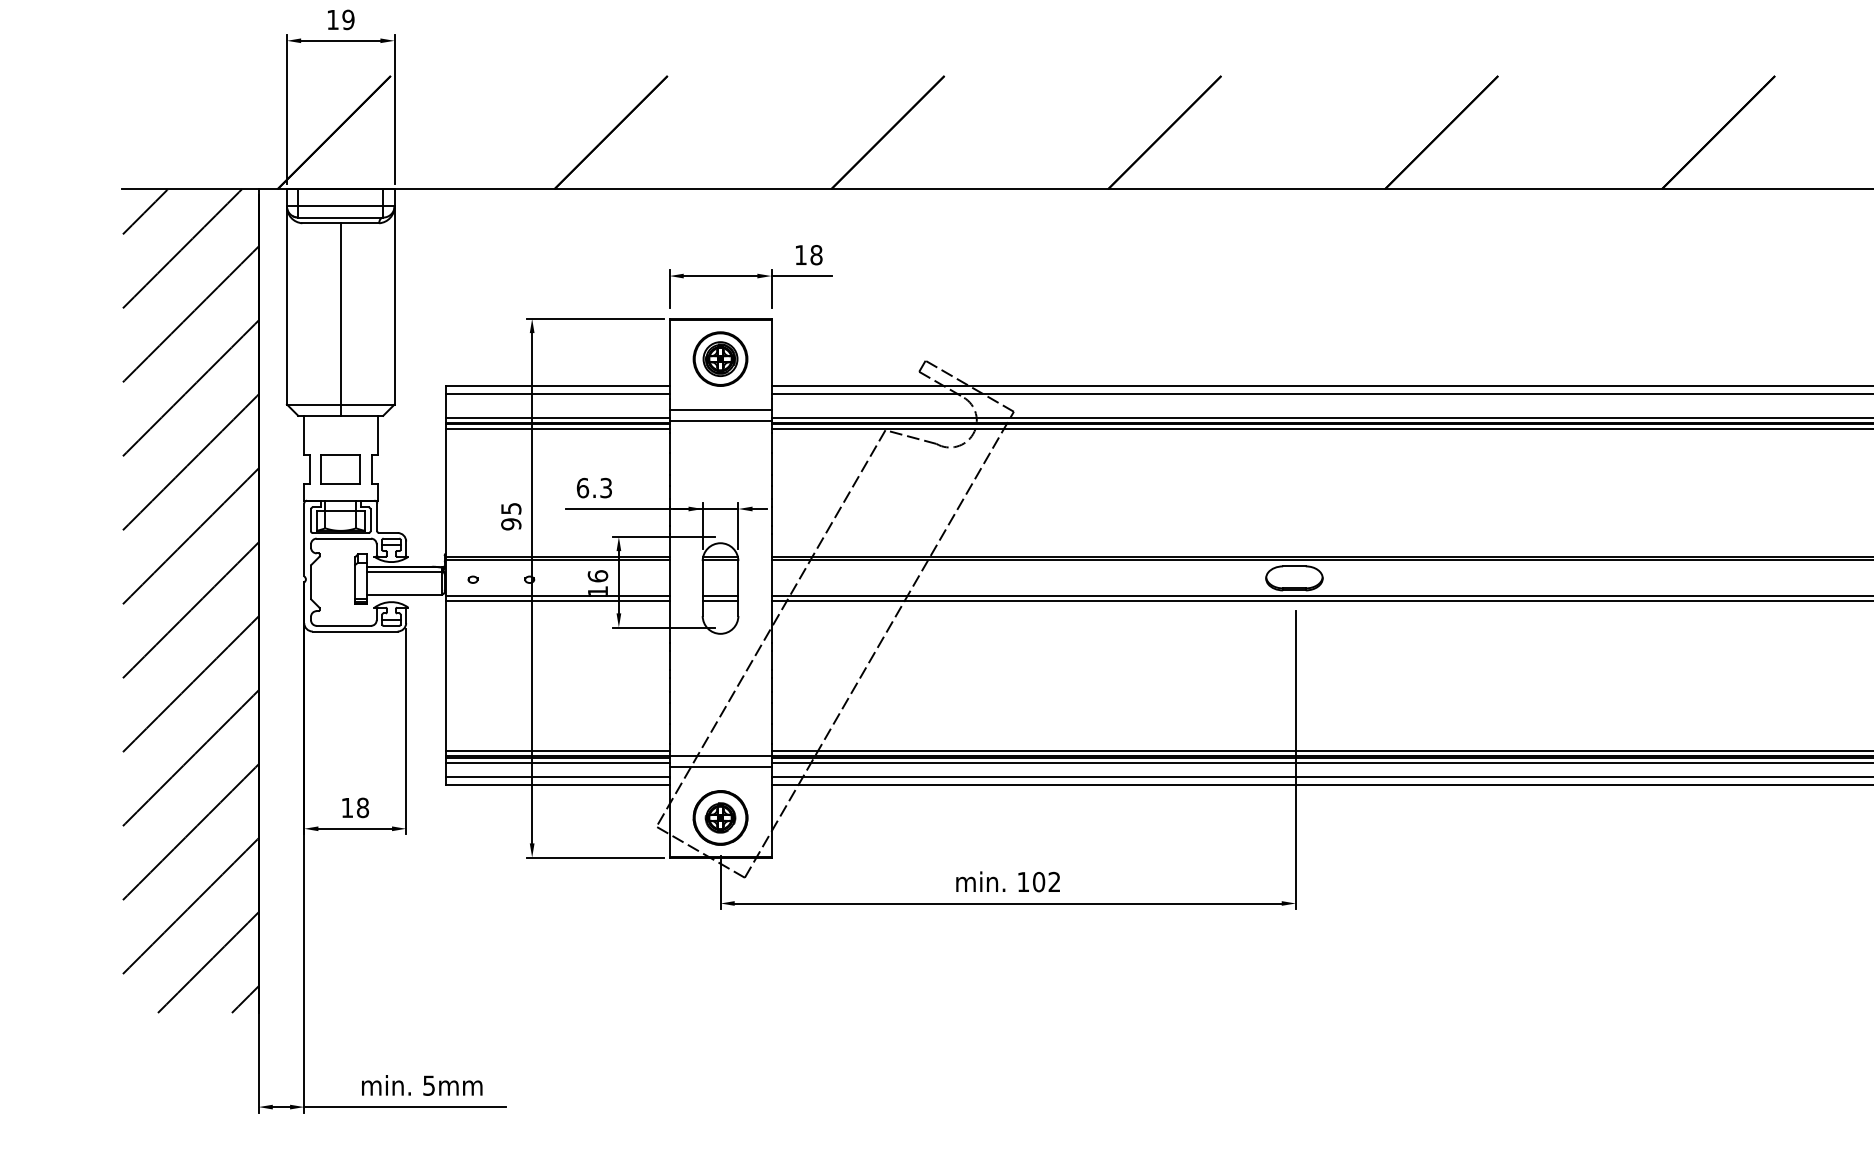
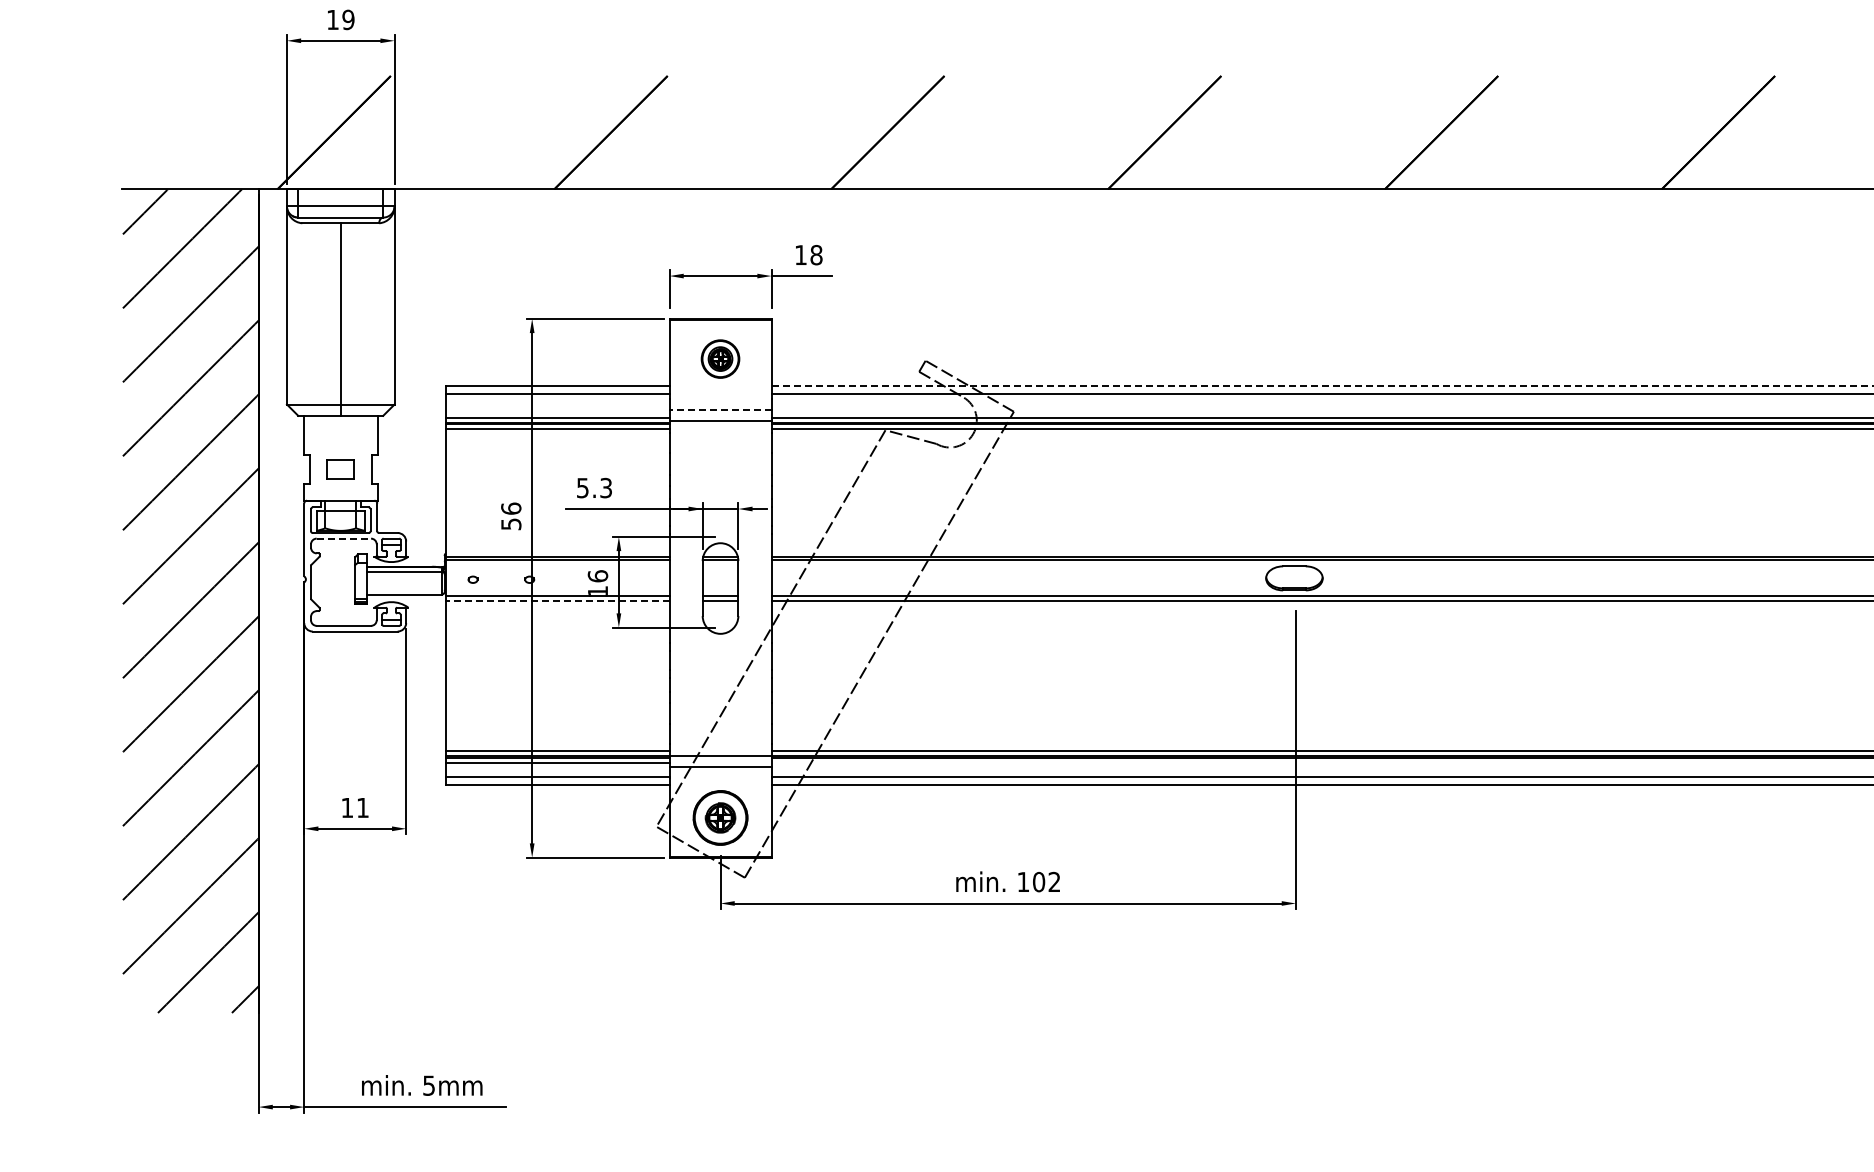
part at (720, 358) size: 57x56 px -> 41x40 px
line at (1322, 385): solid -> dashed
line at (720, 410): solid -> dashed
part at (340, 469) size: 41x31 px -> 29x21 px
text at (582, 487): 6.3 -> 5.3
text at (511, 516): 95 -> 56
line at (344, 538): solid -> dashed
line at (557, 600): solid -> dashed
line at (1320, 762): present -> none
text at (363, 807): 18 -> 11
